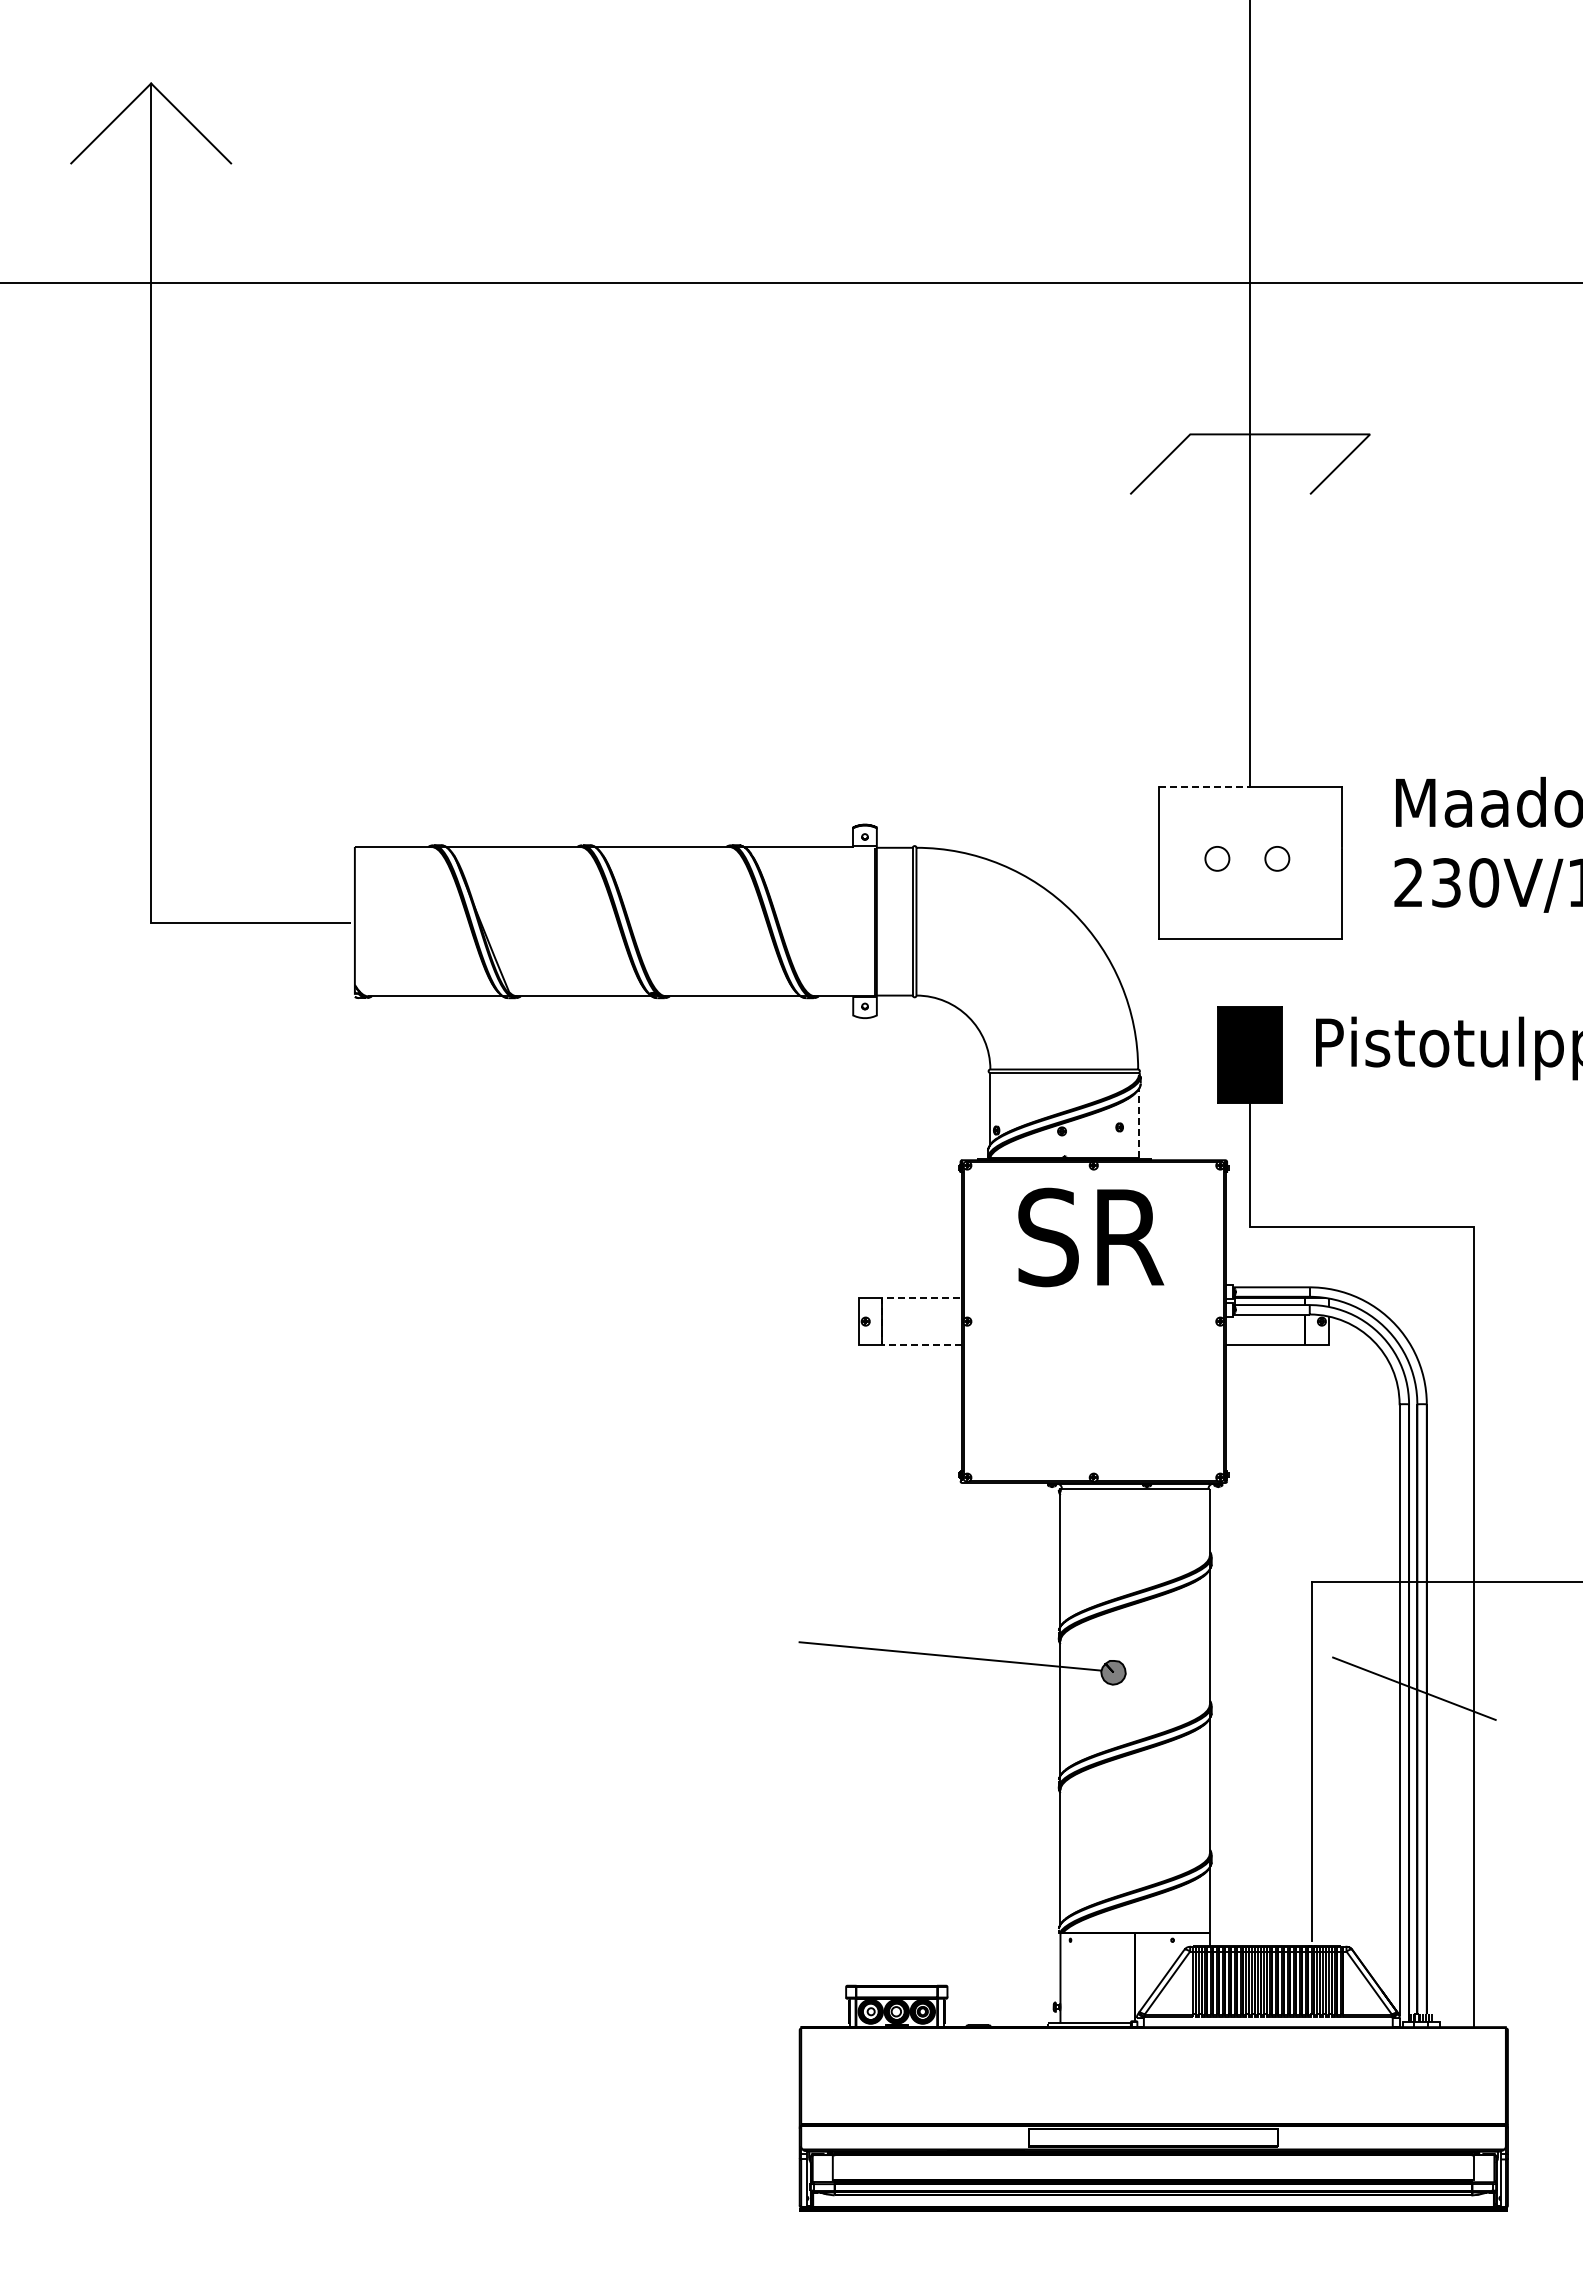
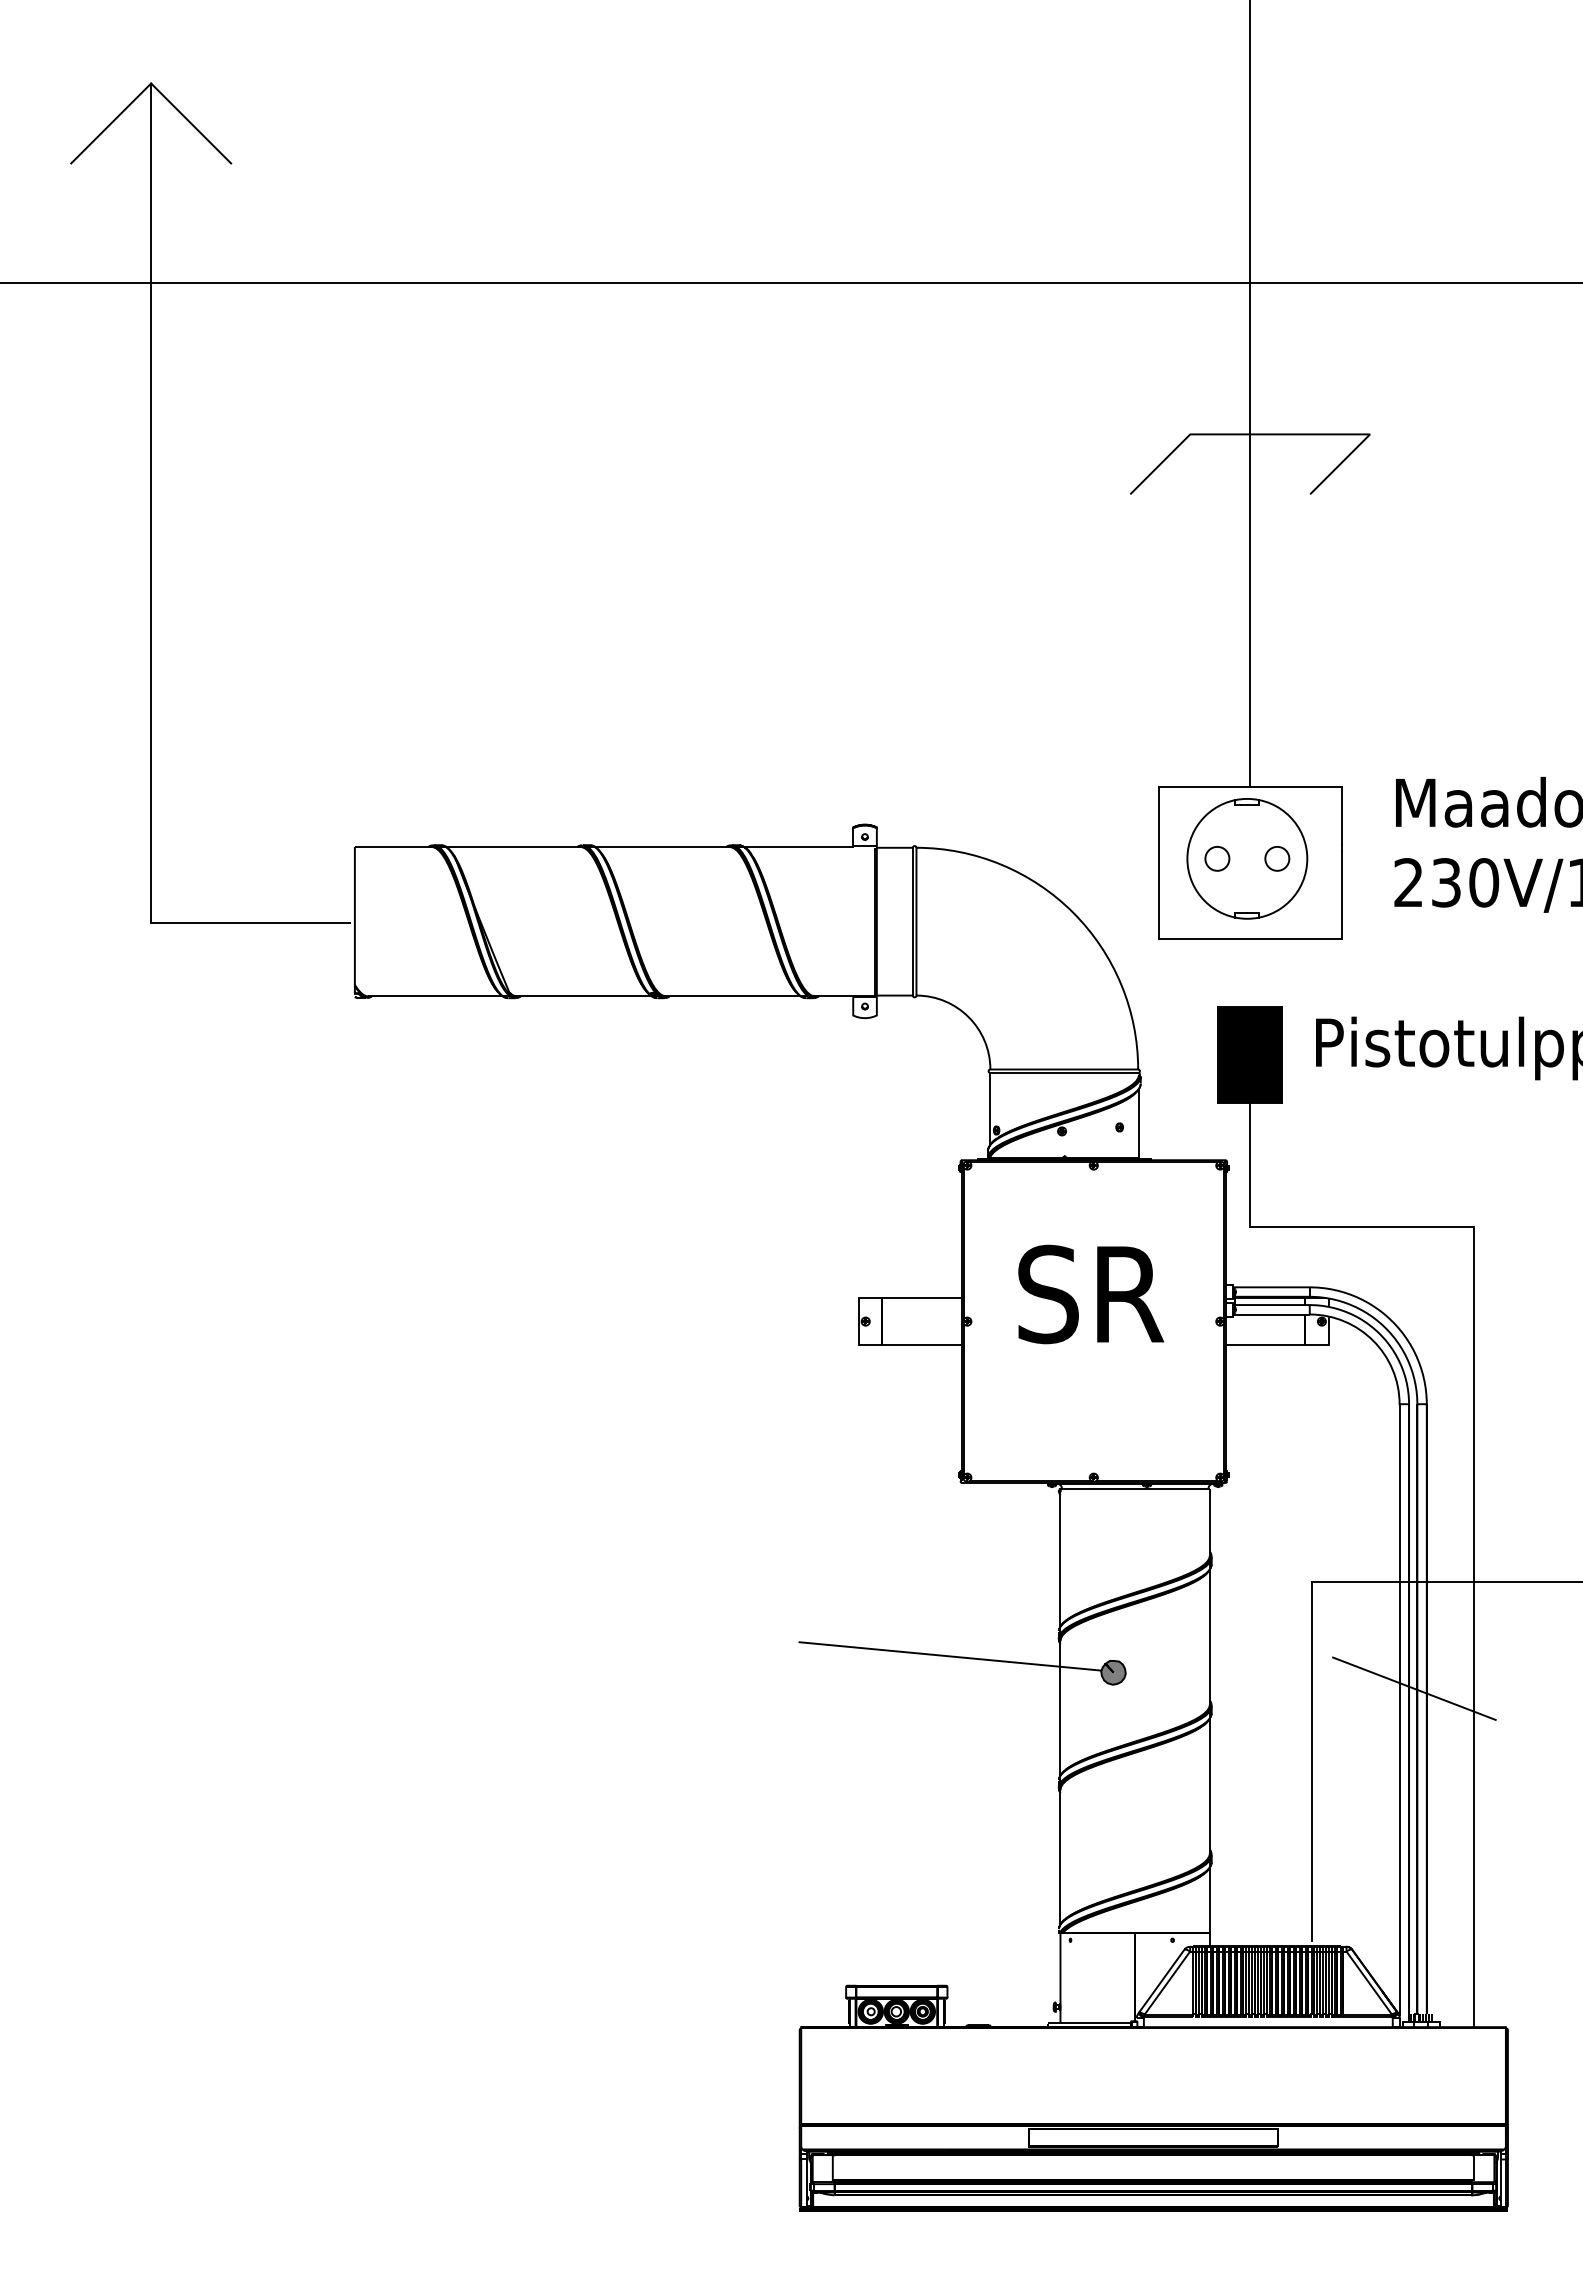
line at (1204, 786): dashed -> solid
part at (1247, 858): none -> present
line at (1139, 1123): dashed -> solid
text at (1091, 1237) position: (1091, 1237) -> (1091, 1294)
line at (882, 1321): dashed -> solid
